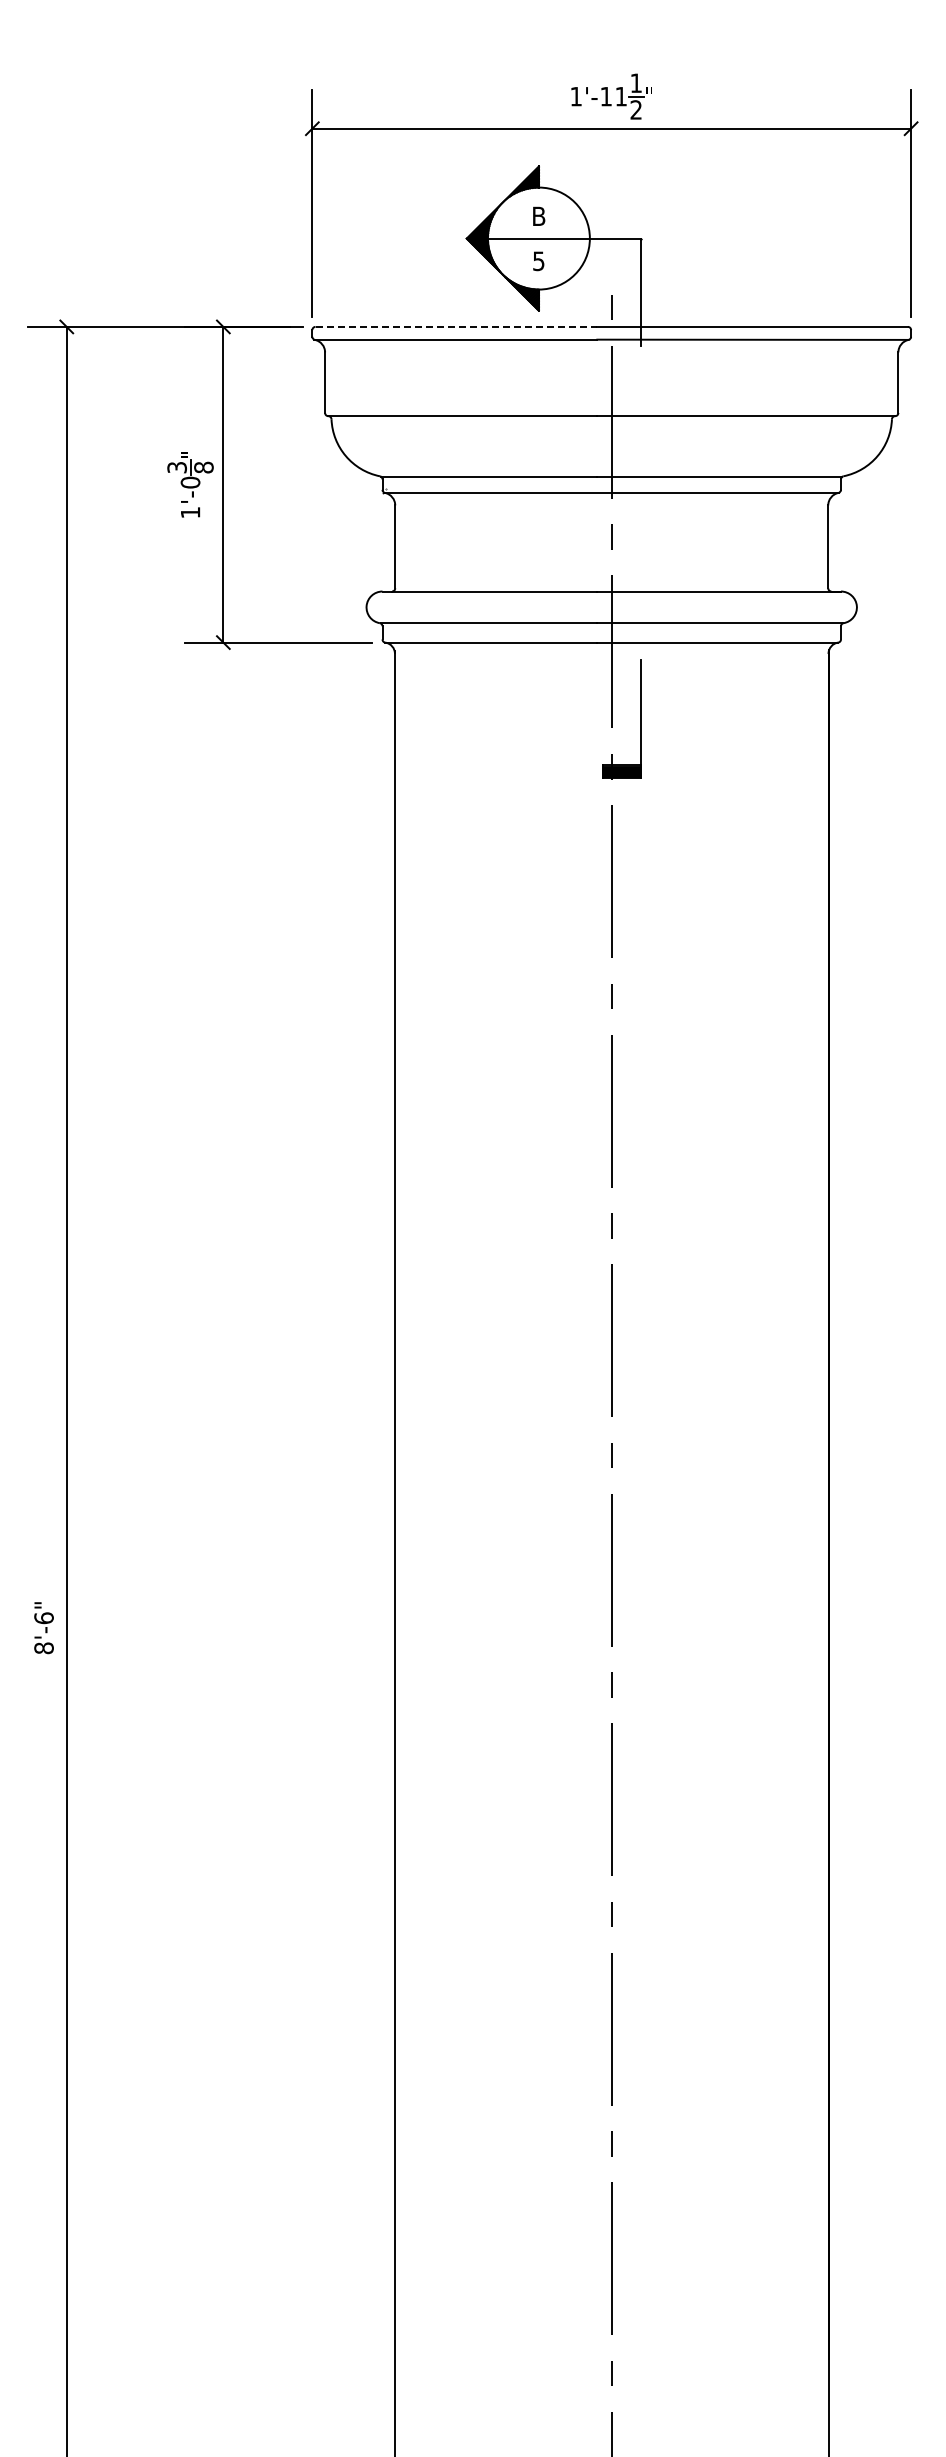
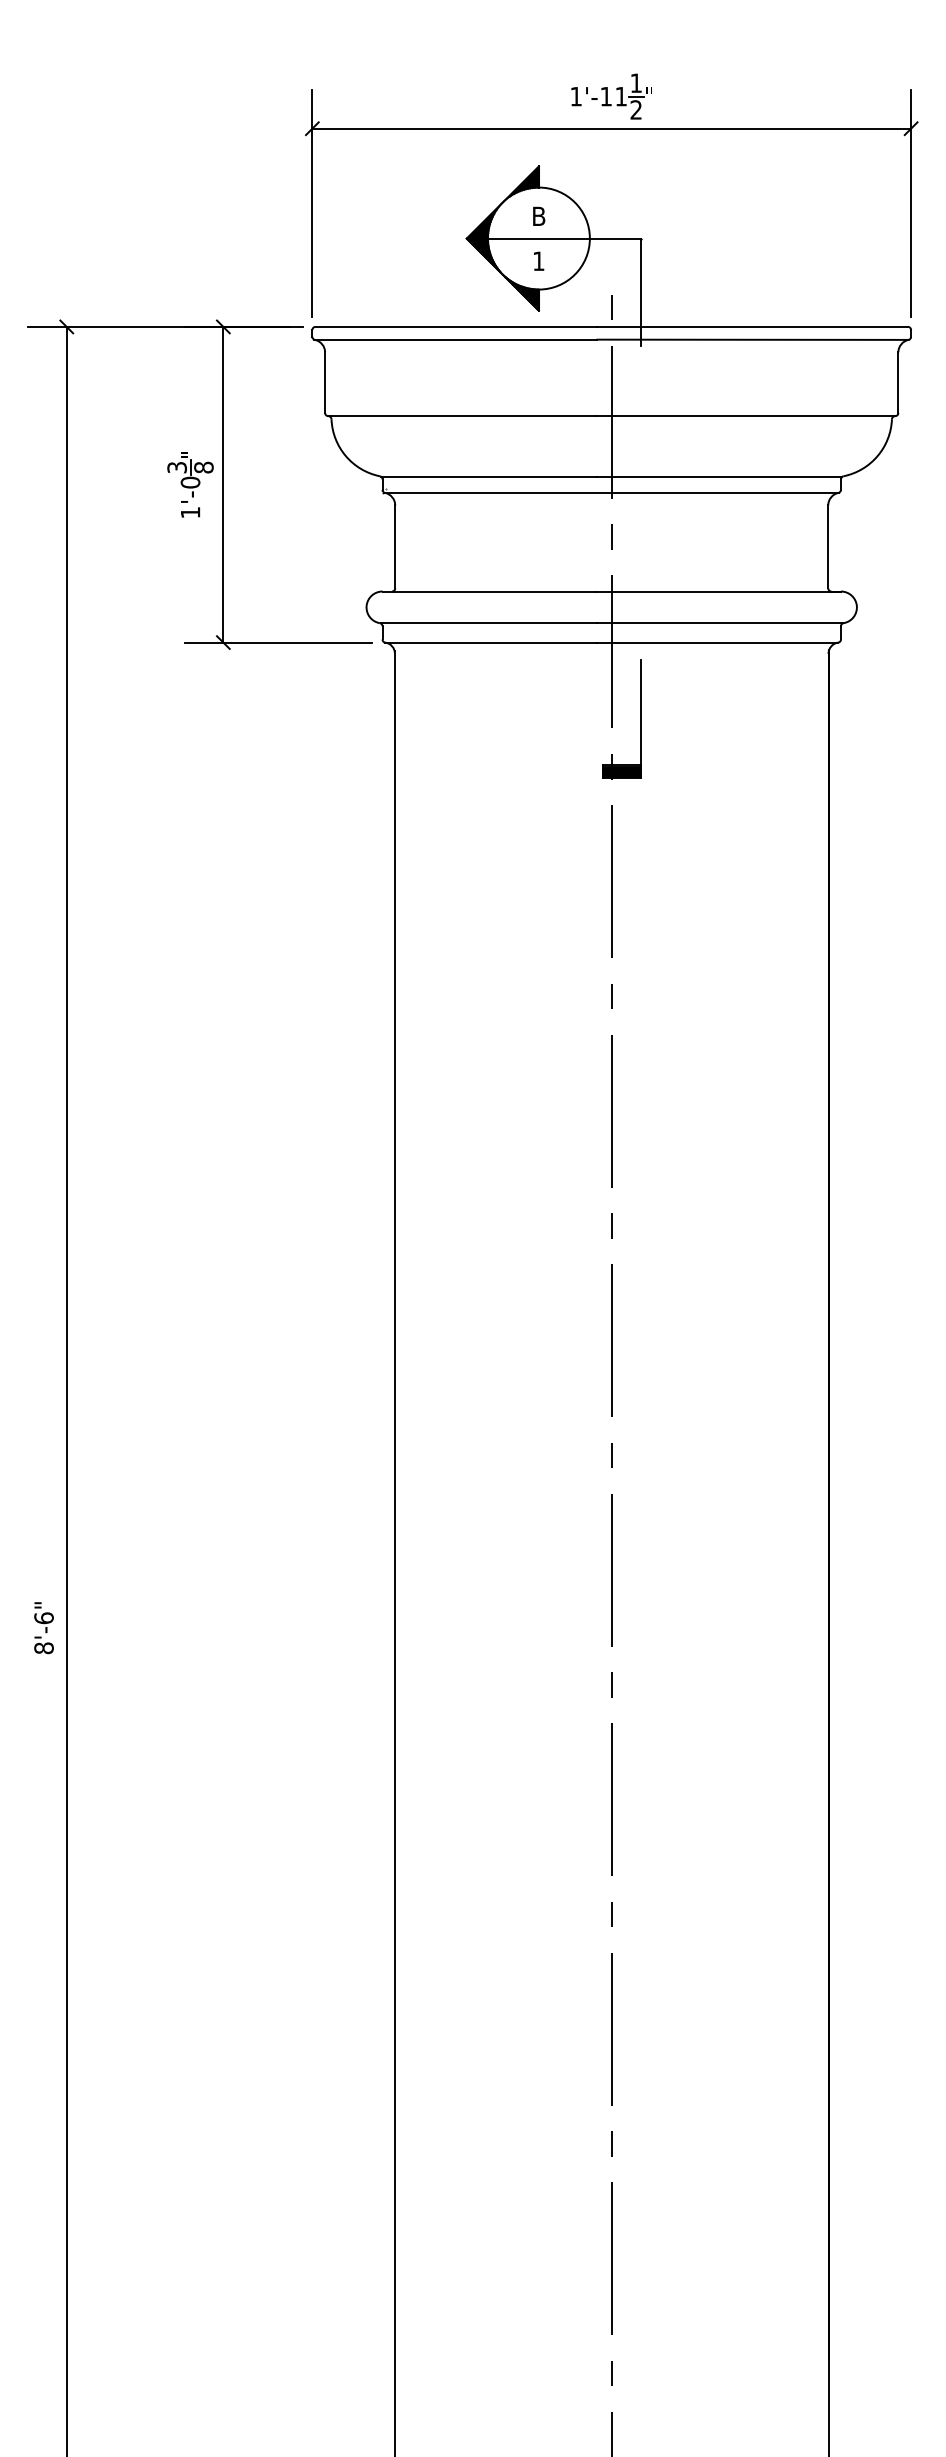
text at (538, 261): 5 -> 1
line at (456, 326): dashed -> solid
